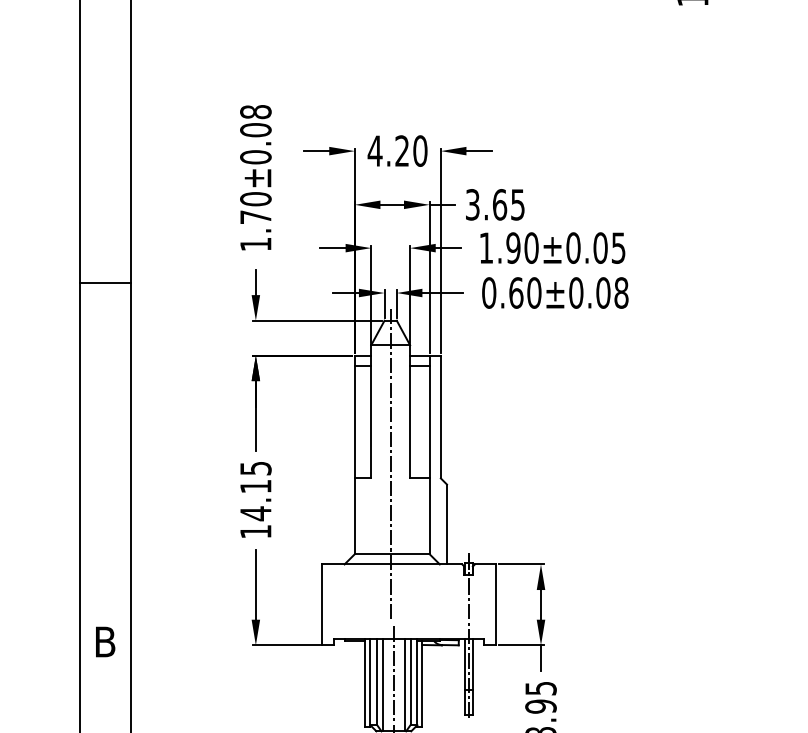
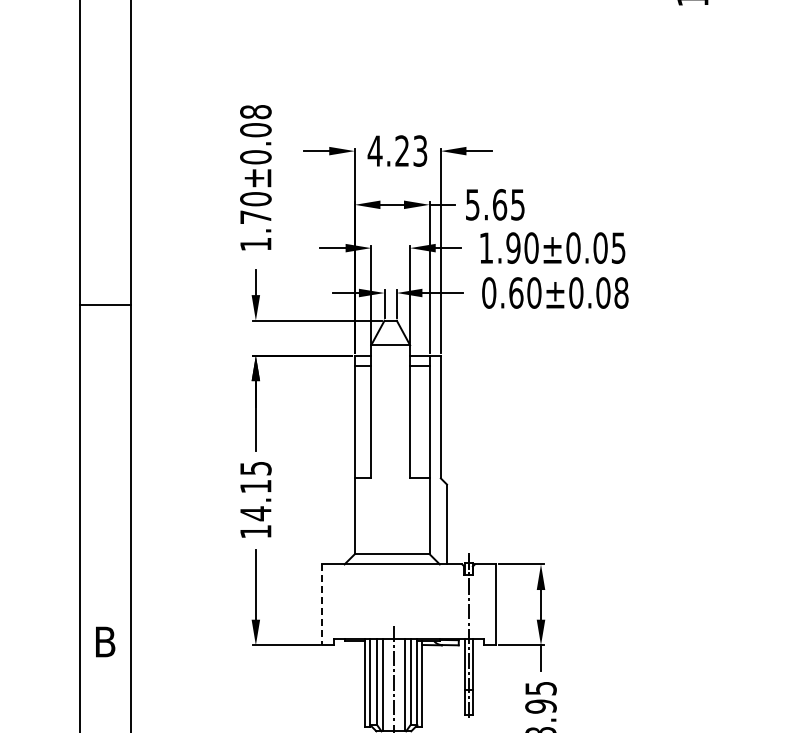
text at (420, 150): 4.20 -> 4.23
text at (472, 204): 3.65 -> 5.65
line at (105, 282) position: (105, 282) -> (105, 304)
line at (390, 464): present -> none
line at (322, 605): solid -> dashed
